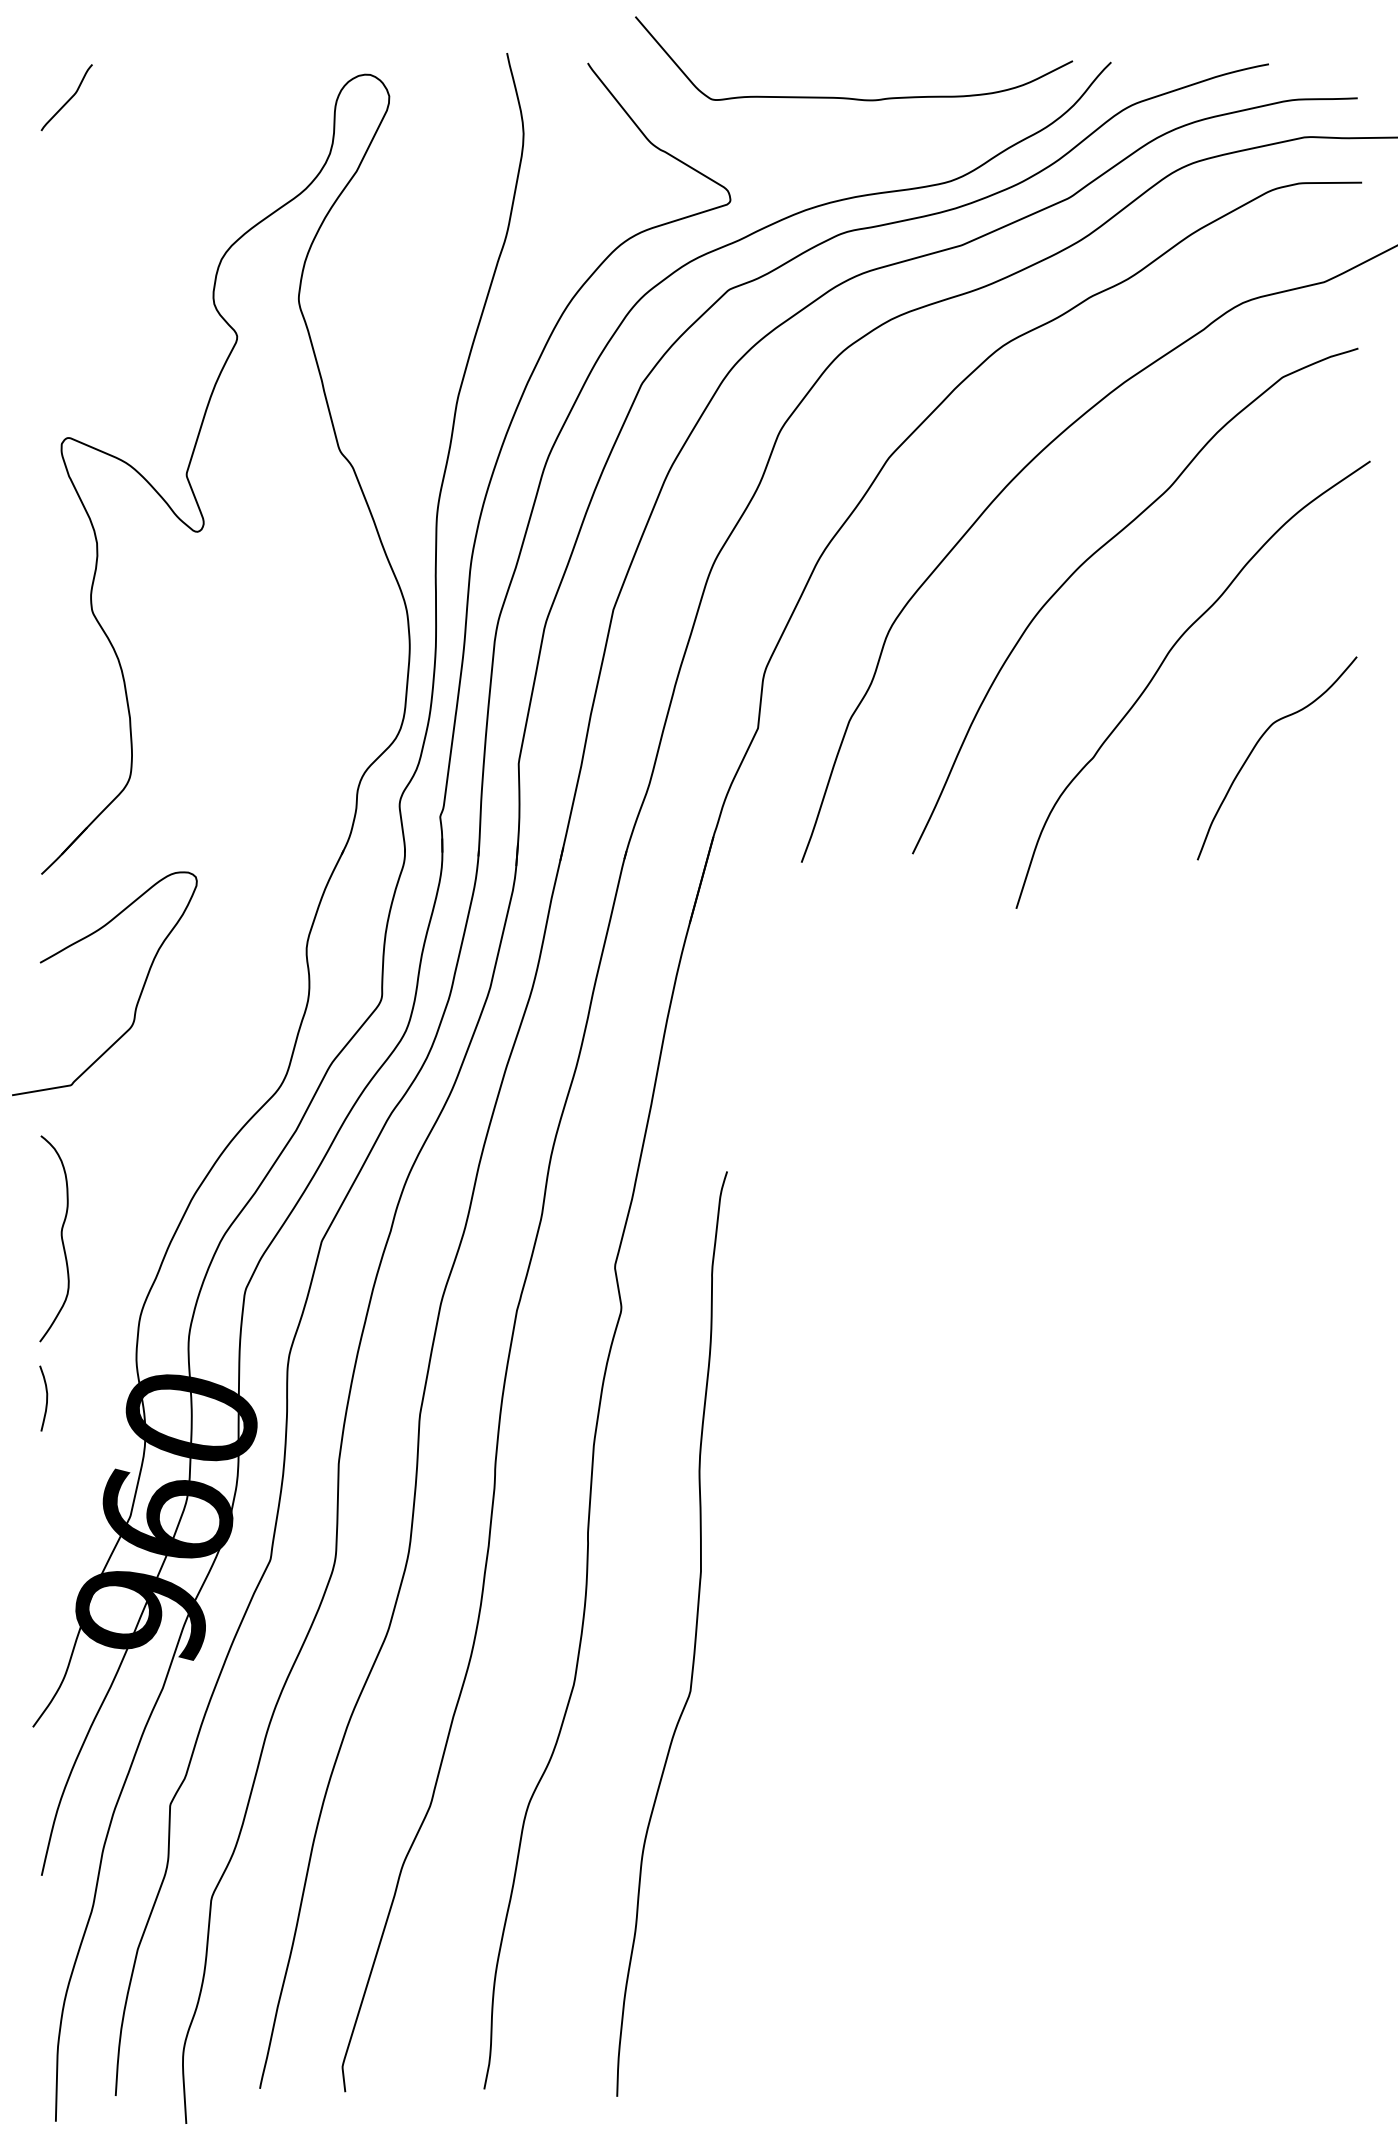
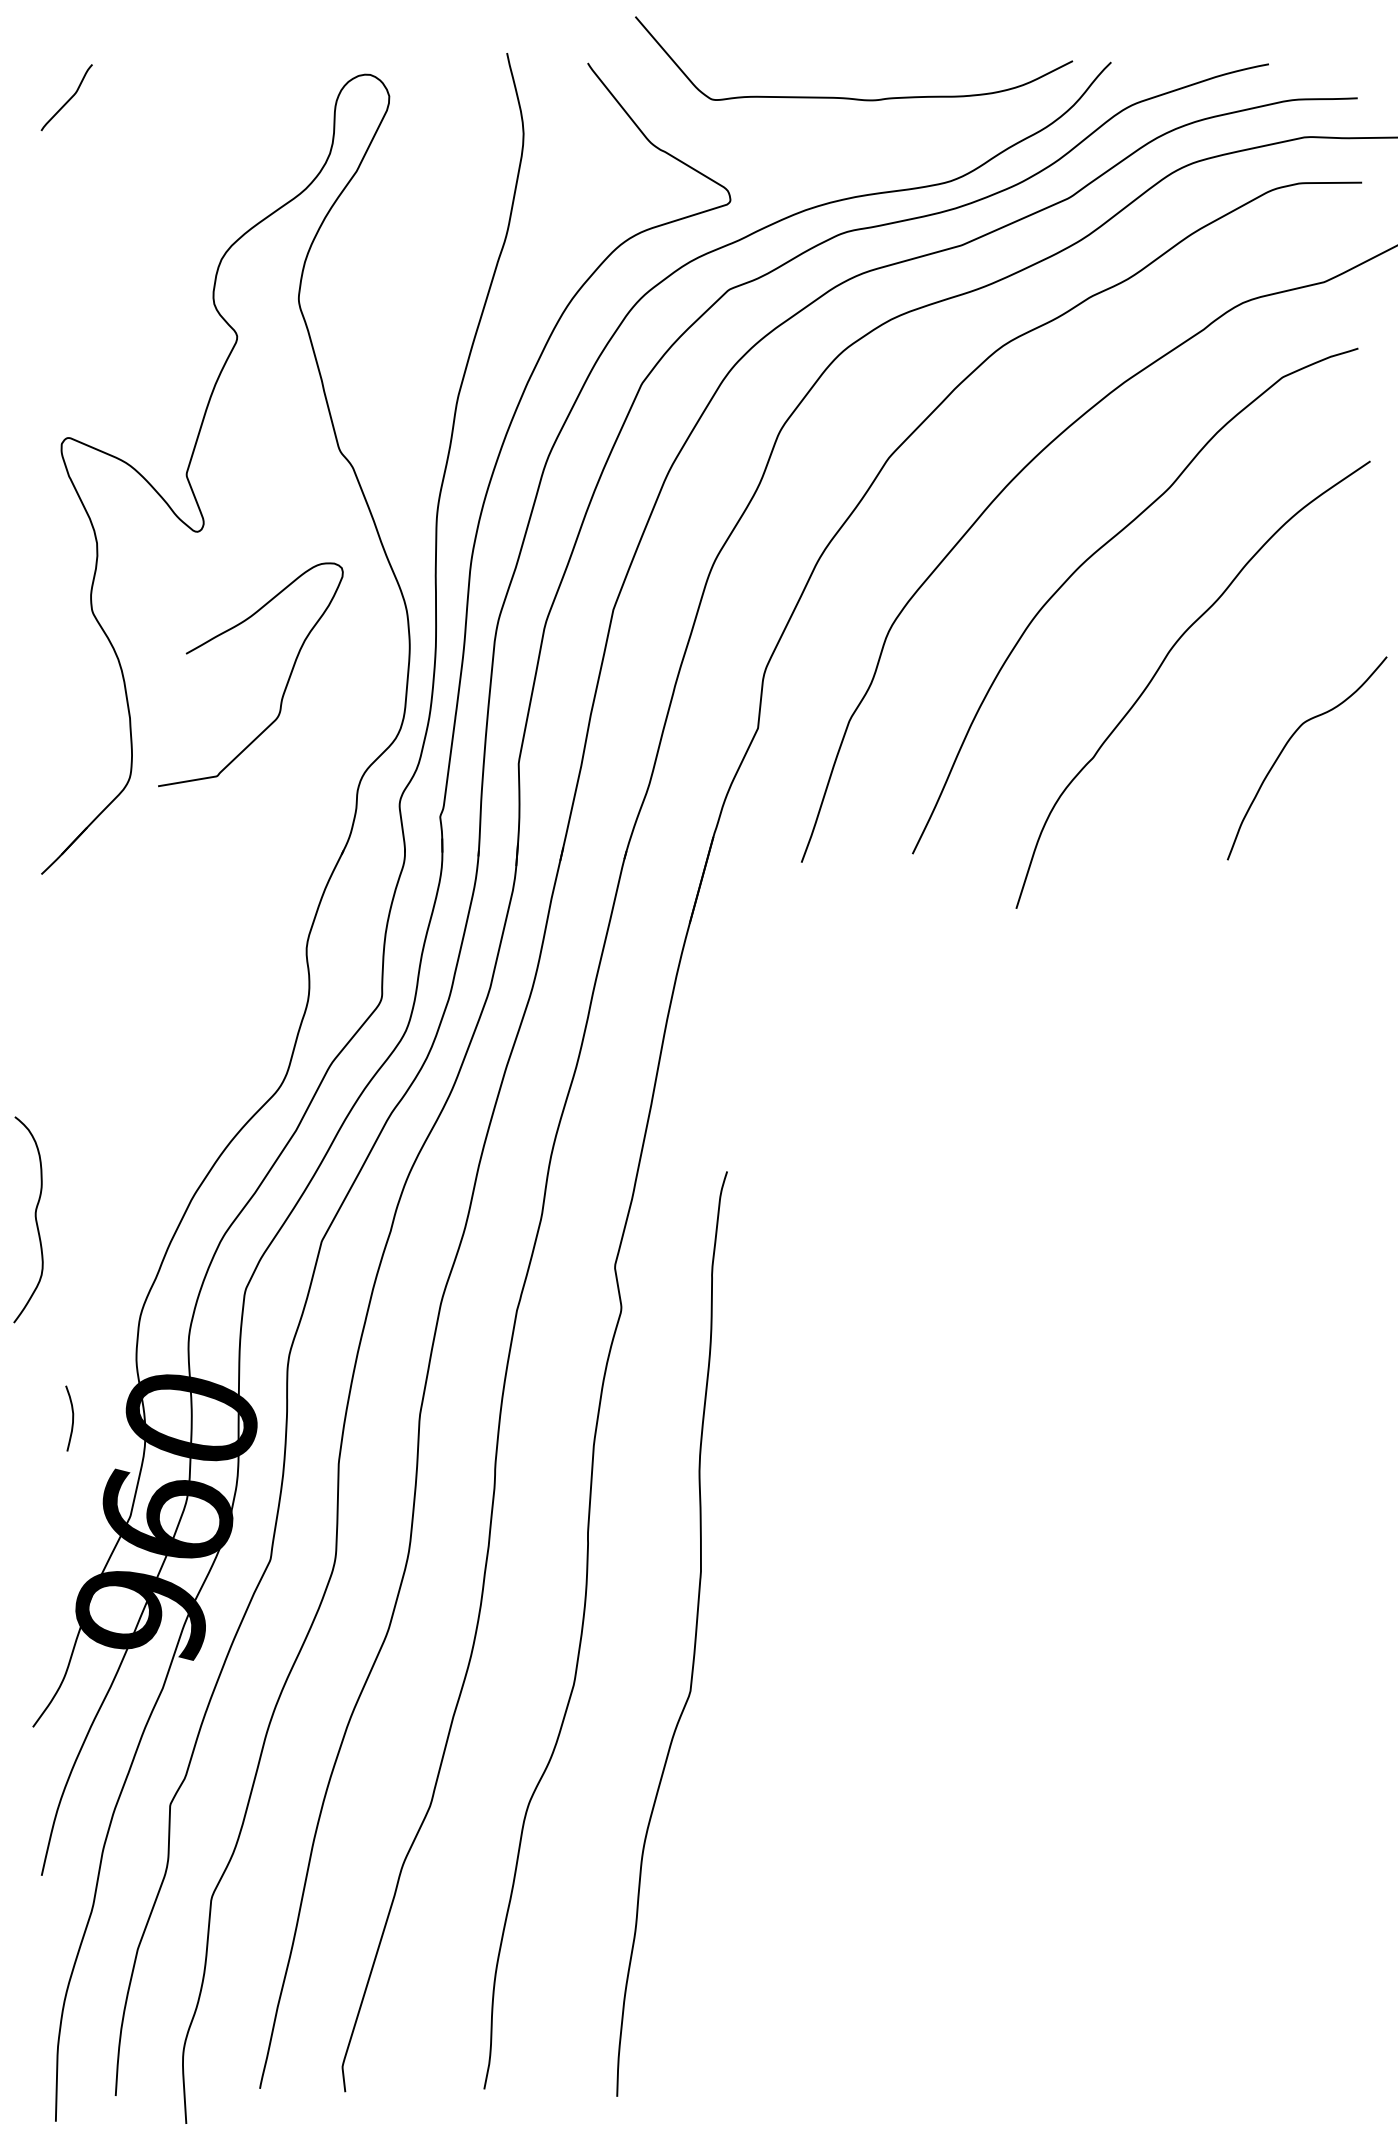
curve at (1257, 744) position: (1257, 744) -> (1287, 744)
curve at (139, 994) position: (139, 994) -> (285, 685)
curve at (60, 1235) position: (60, 1235) -> (34, 1216)
curve at (46, 1398) position: (46, 1398) -> (72, 1418)
